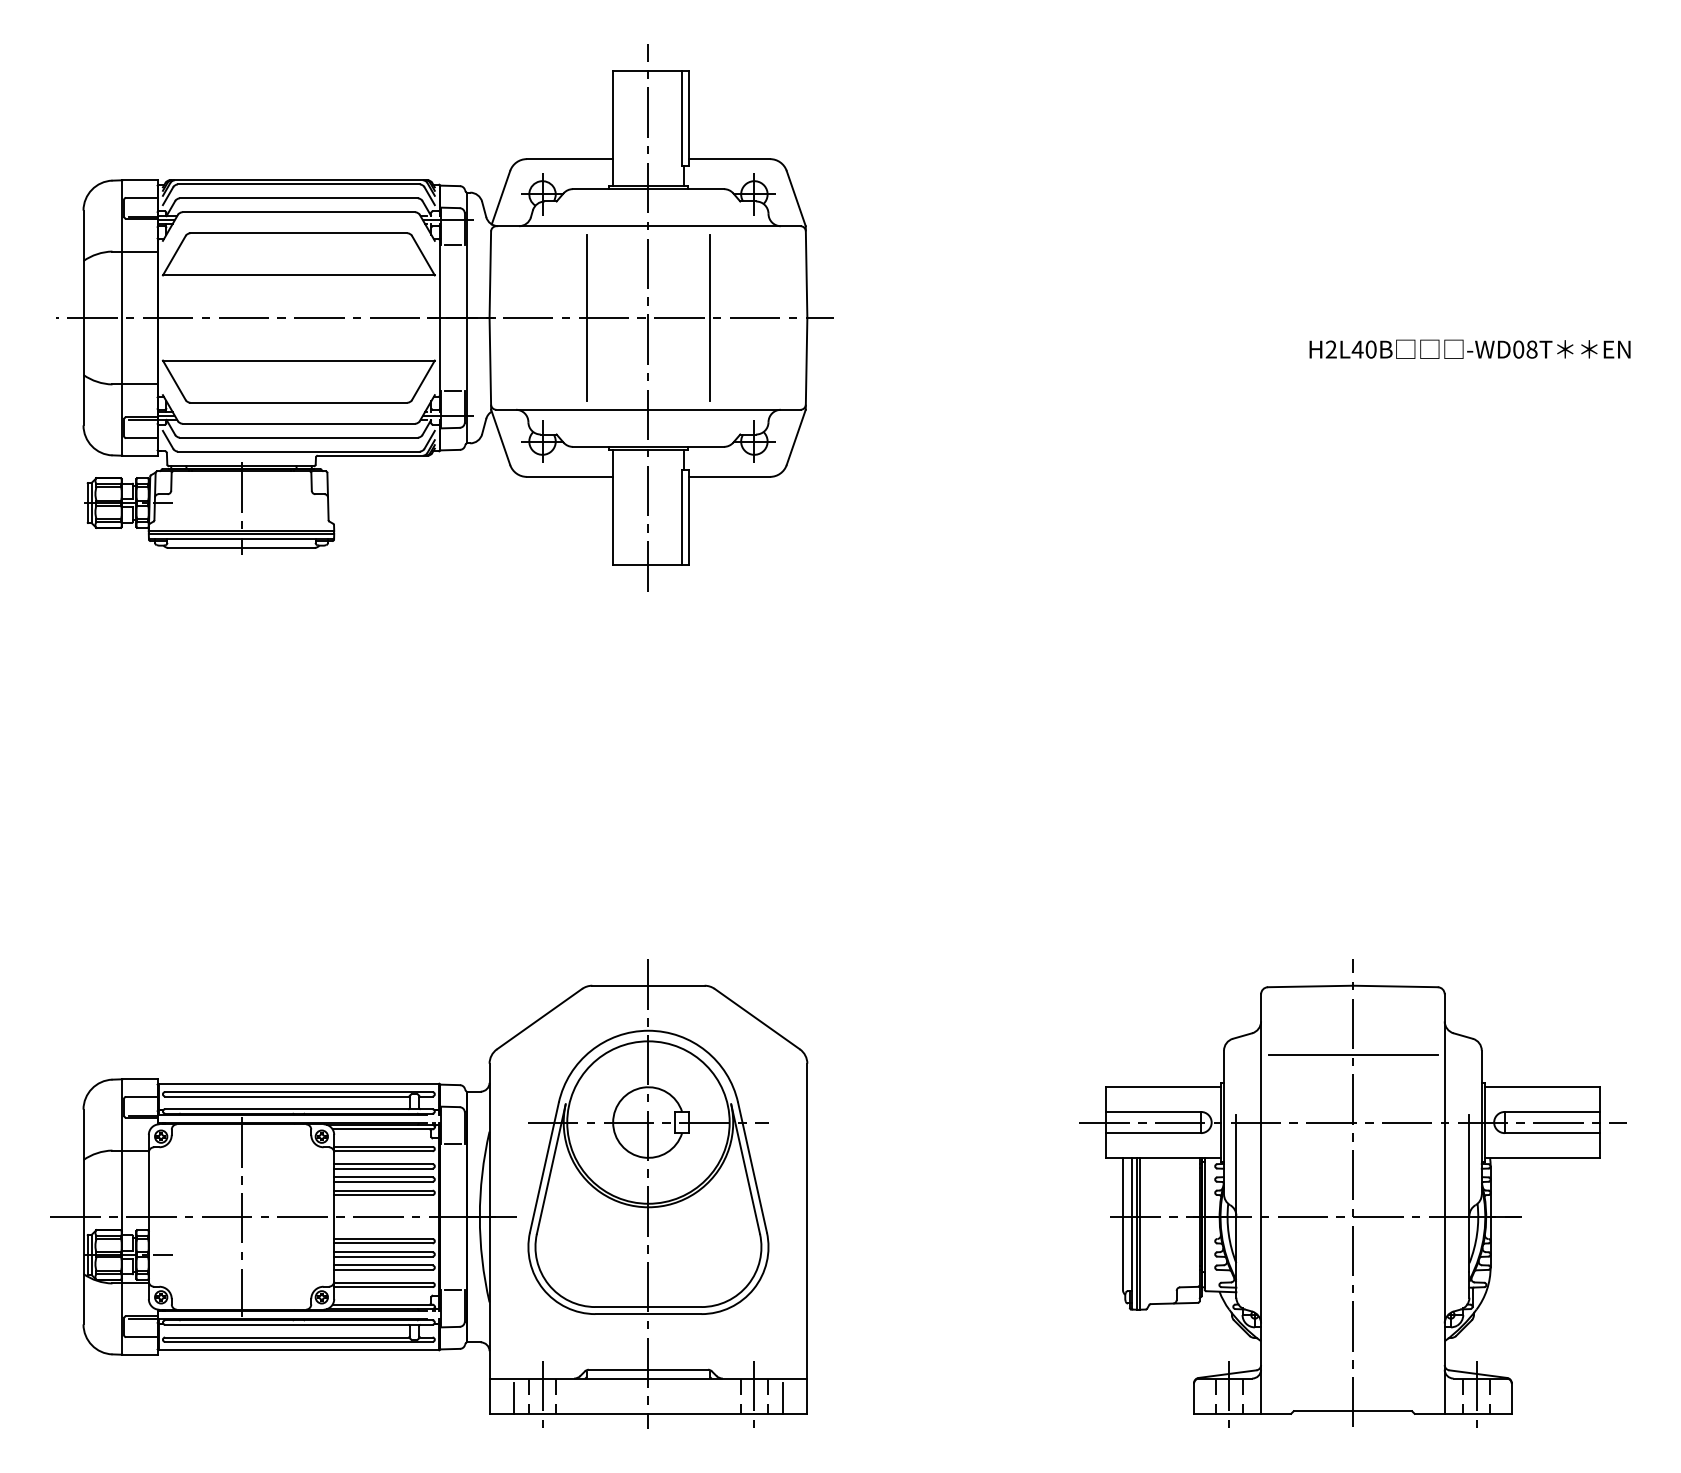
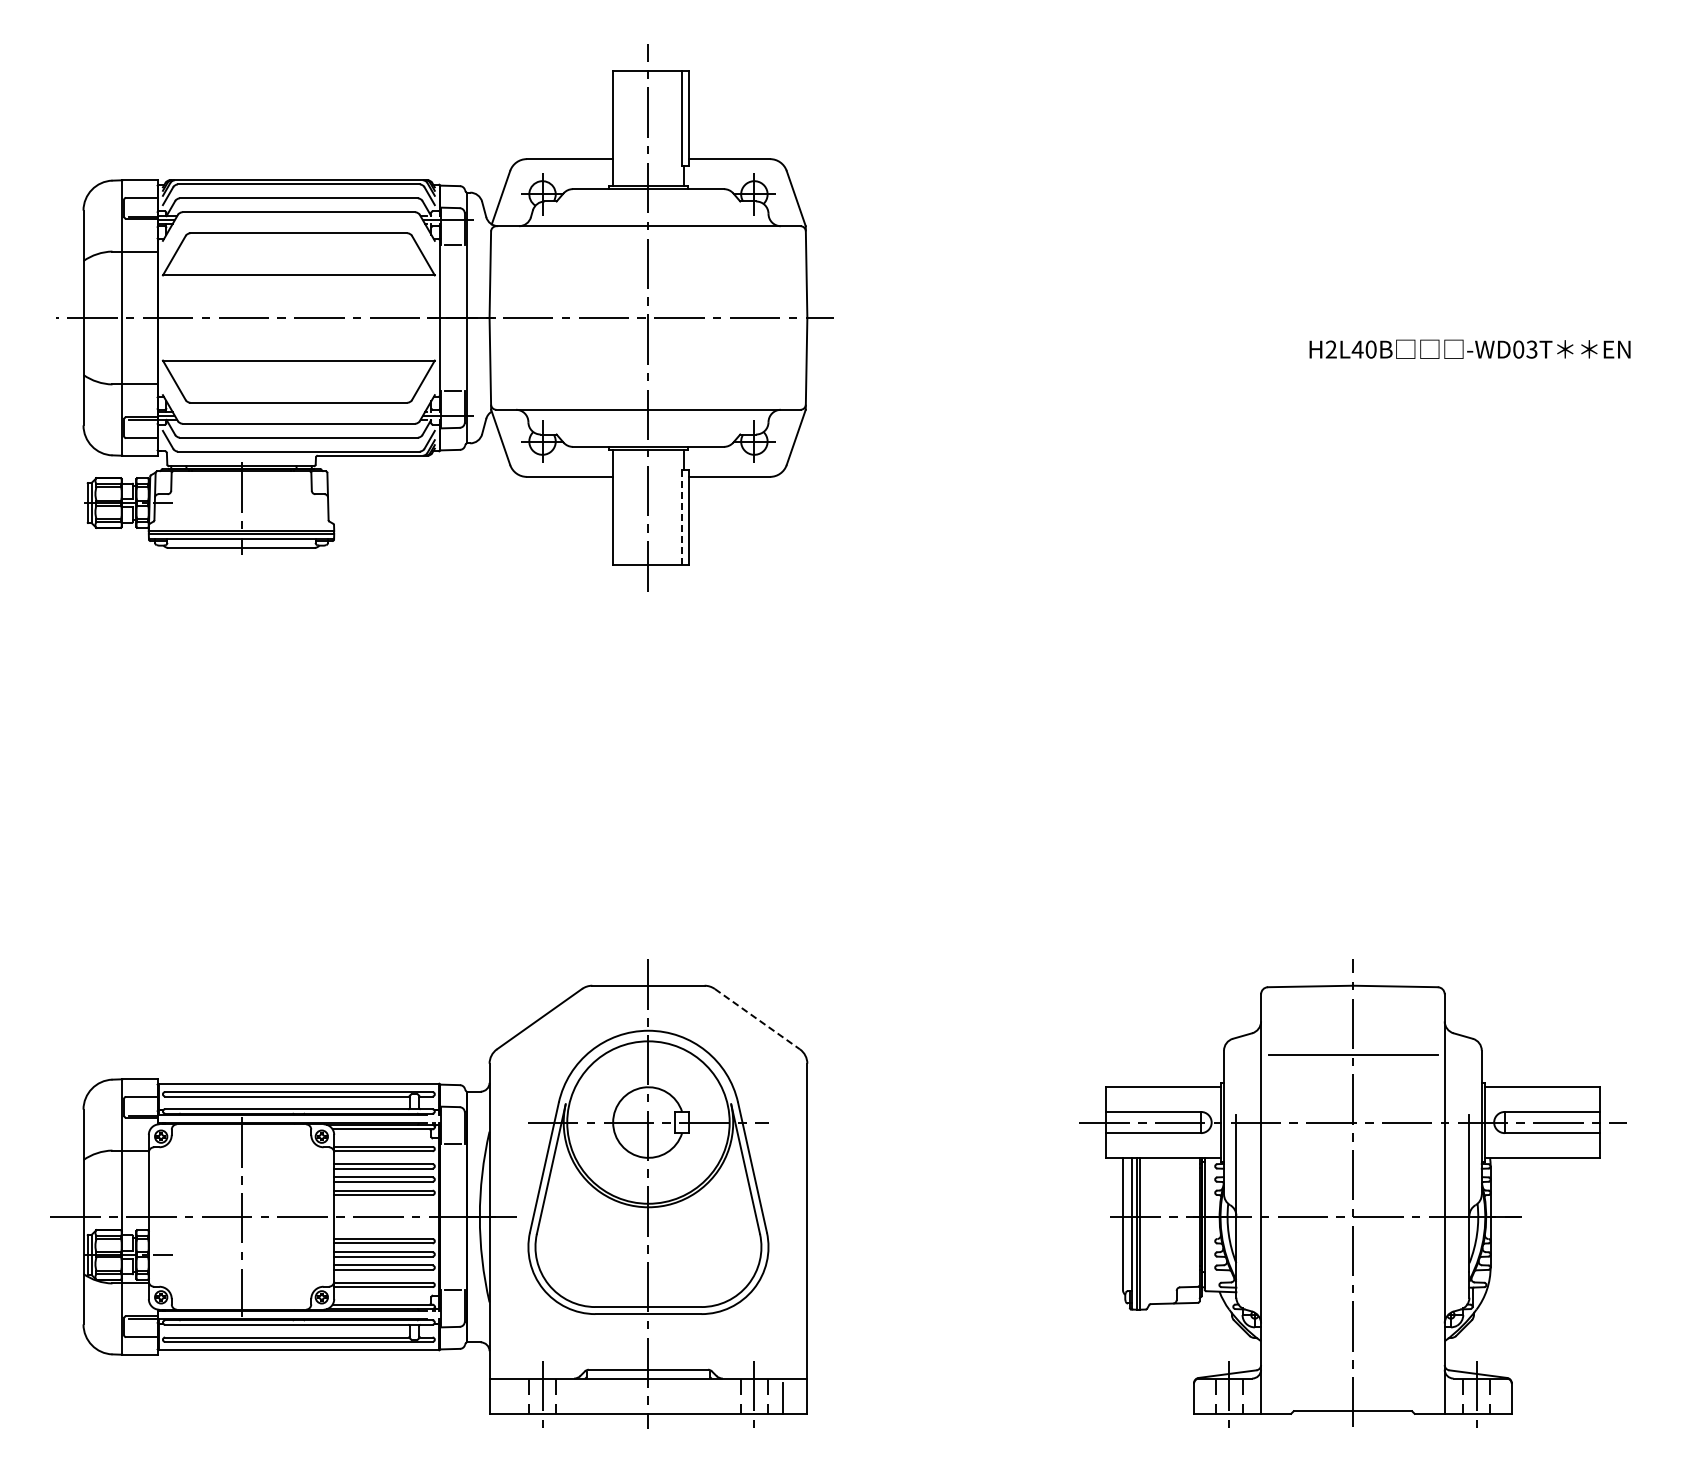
line at (586, 317): present -> none
line at (710, 317): present -> none
text at (1531, 349): -WD08T -> -WD03T
line at (682, 517): solid -> dashed
line at (757, 1019): solid -> dashed
line at (514, 1398): present -> none
